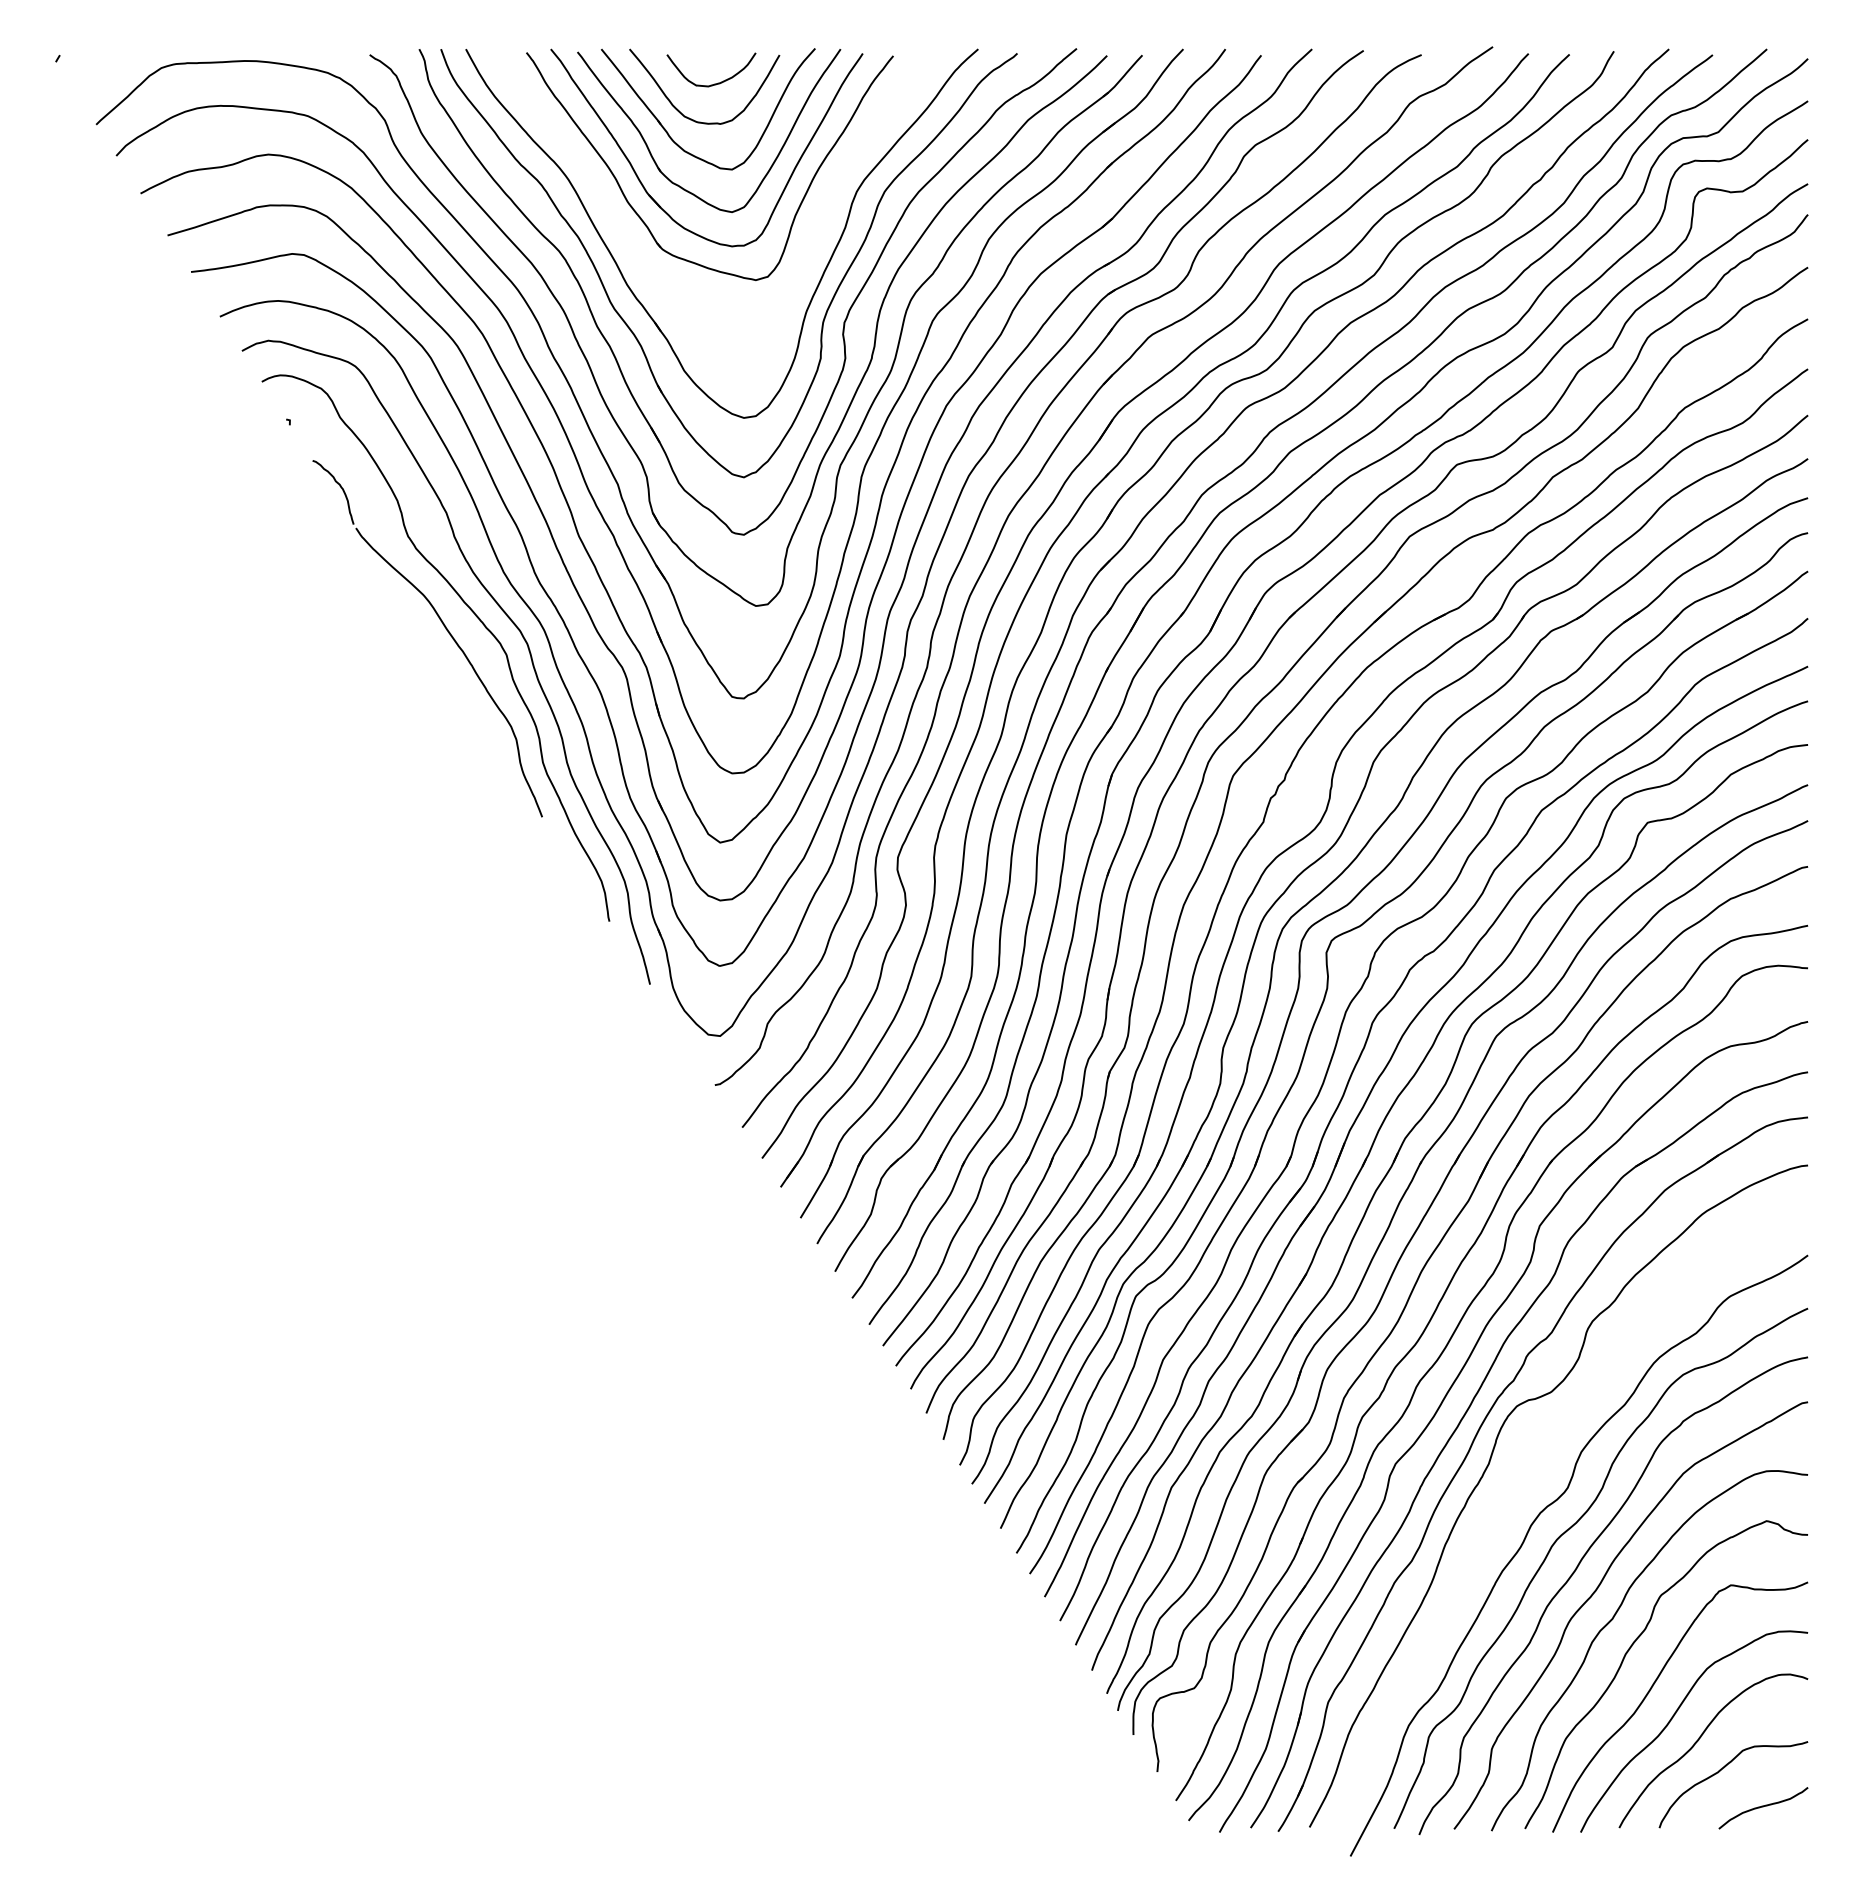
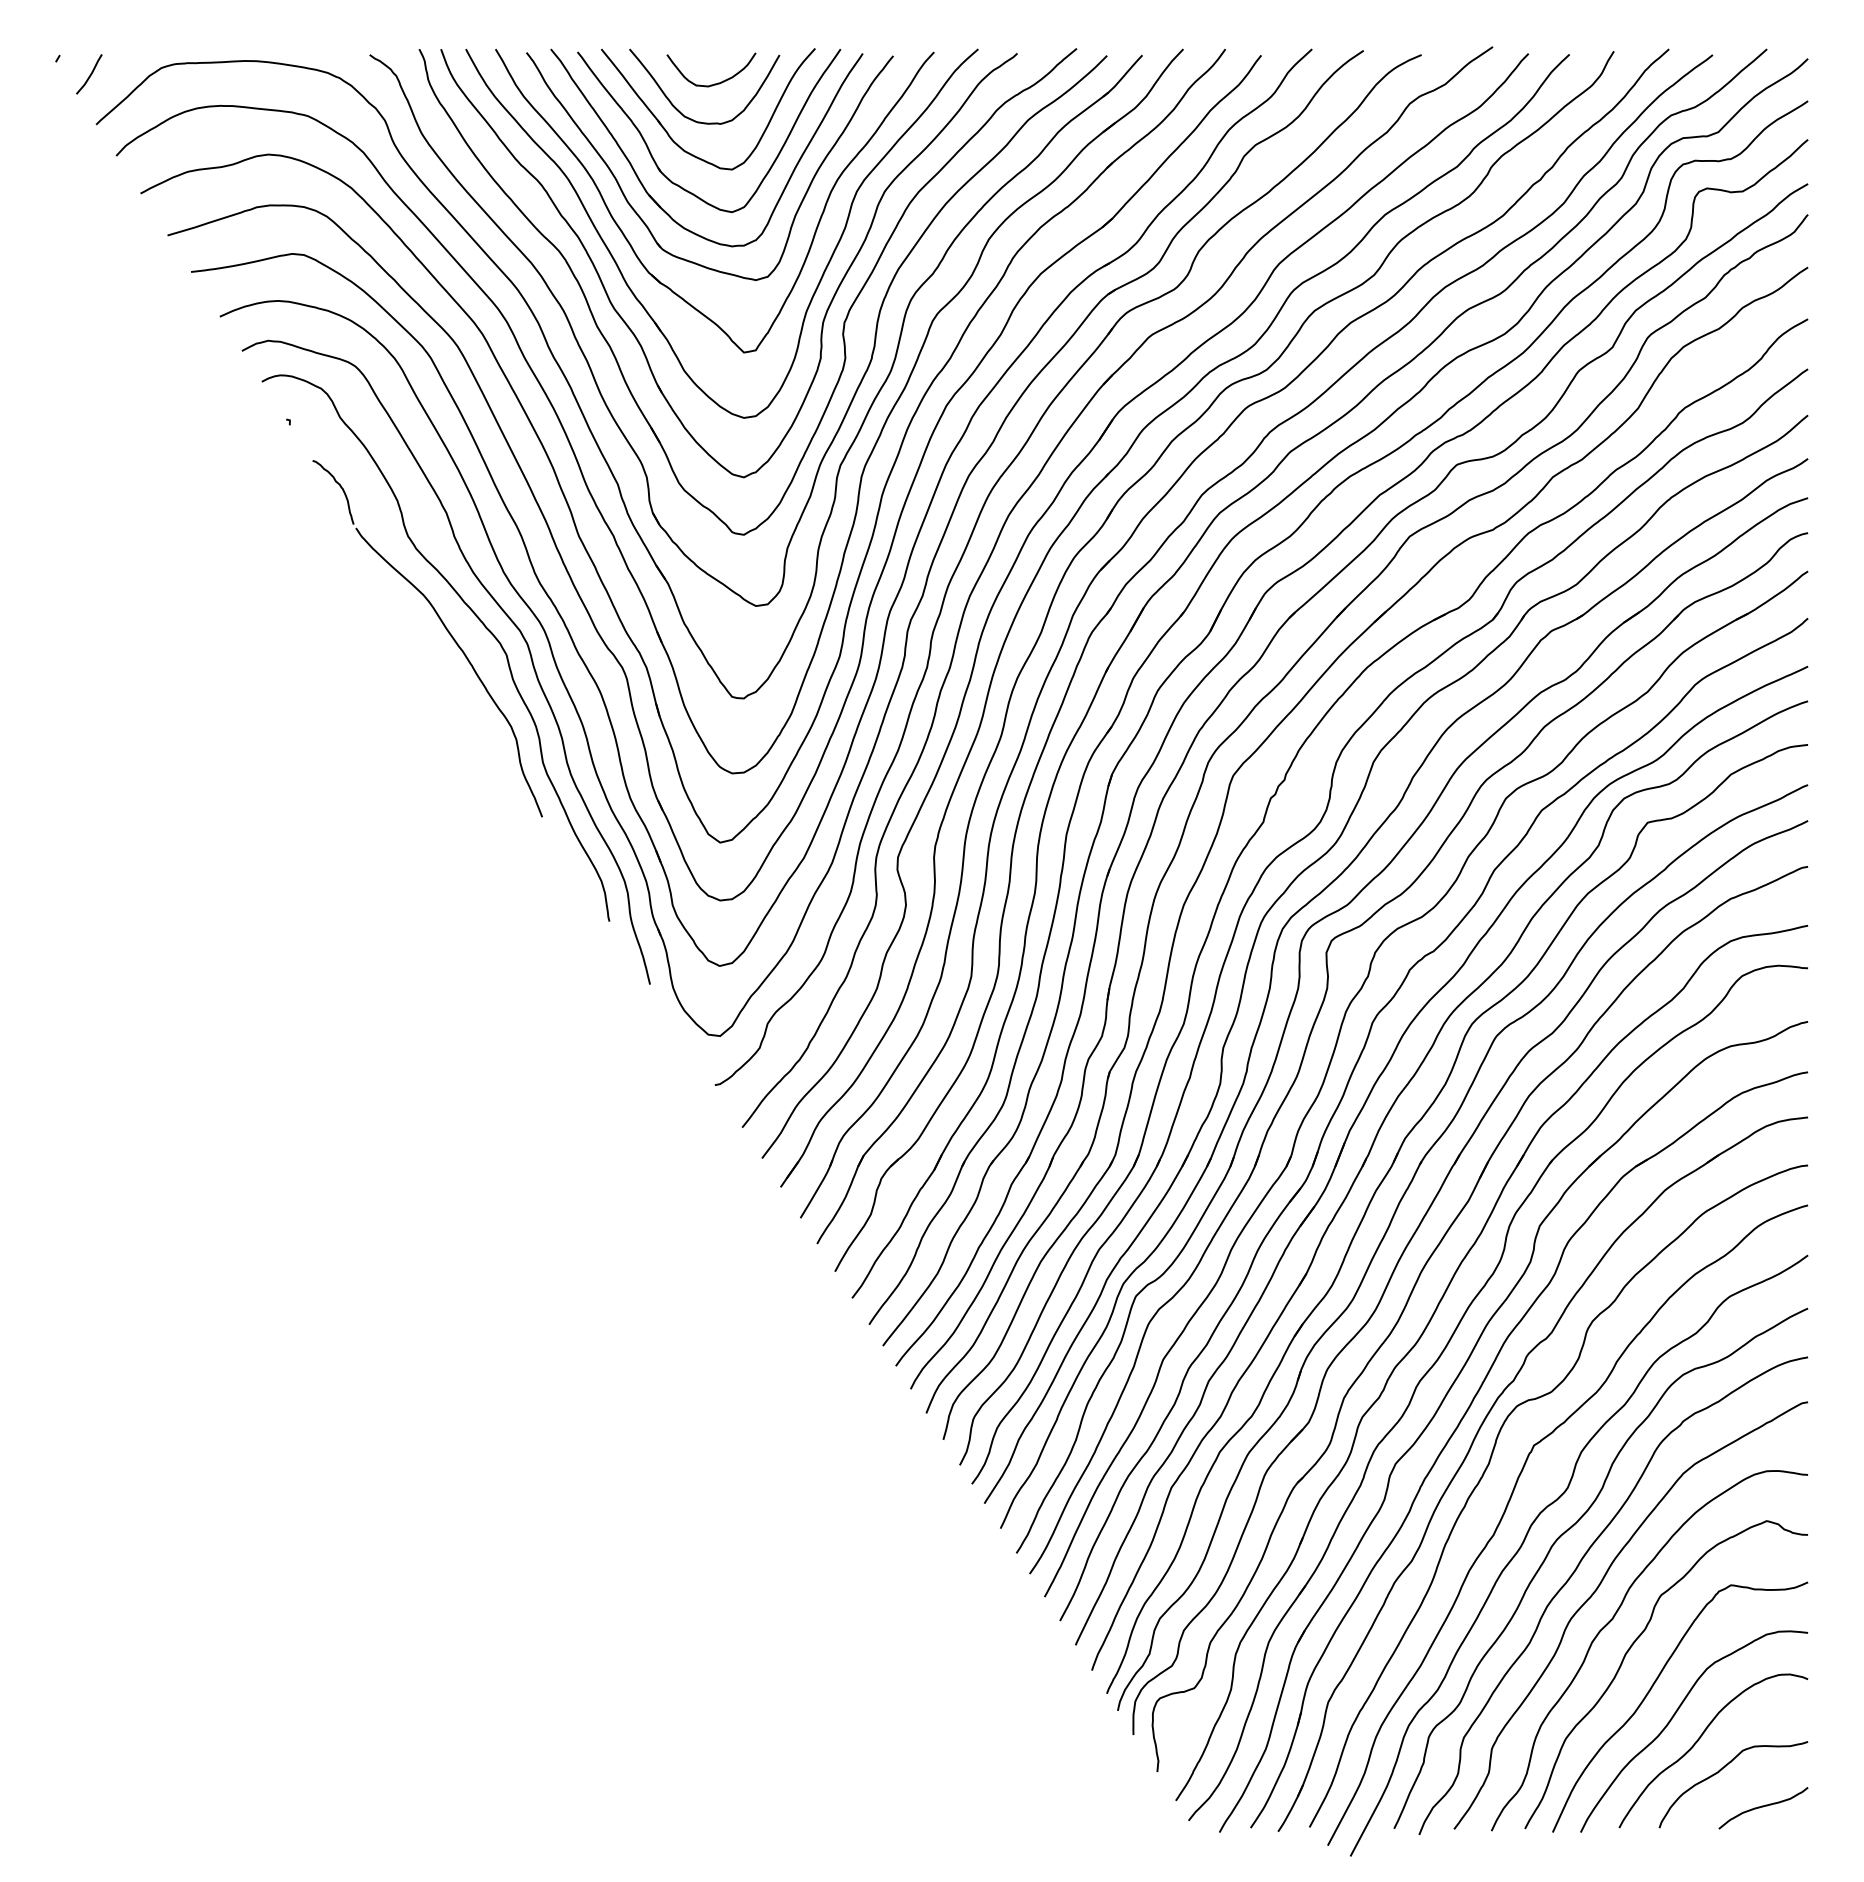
curve at (90, 74): none -> present
part at (631, 244): none -> present
curve at (1511, 1498): none -> present
